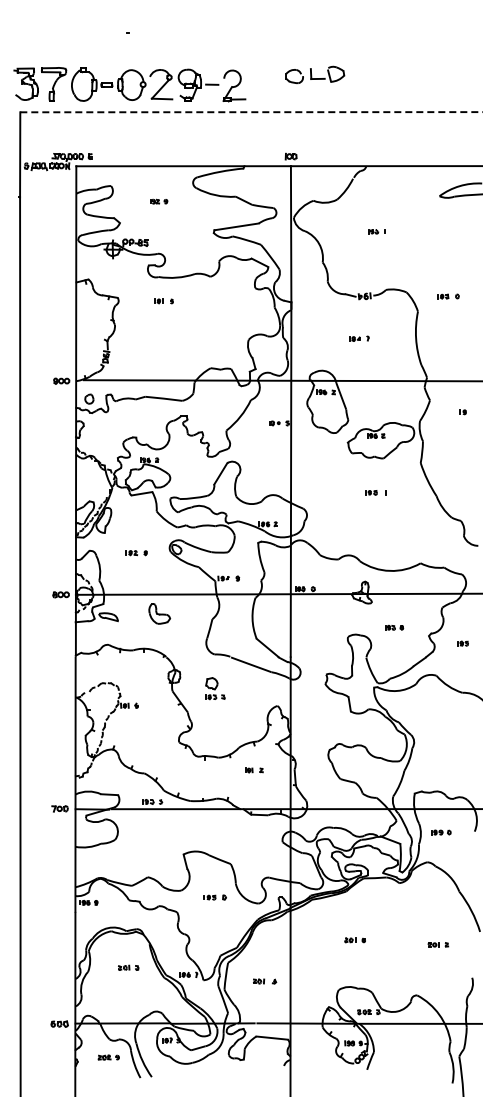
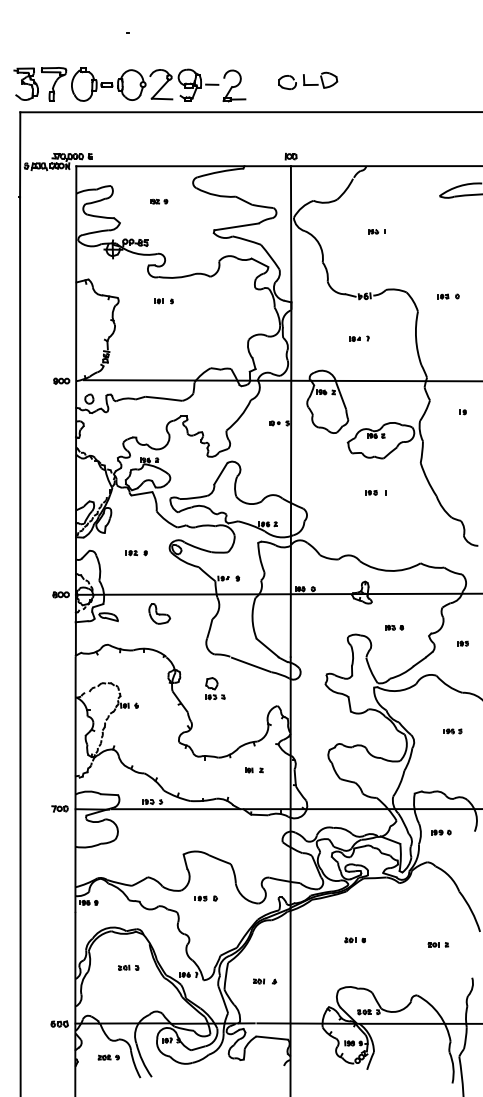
part at (315, 74) position: (315, 74) -> (308, 80)
line at (251, 112): dashed -> solid
part at (452, 731): none -> present
part at (214, 897) position: (214, 897) -> (205, 898)
